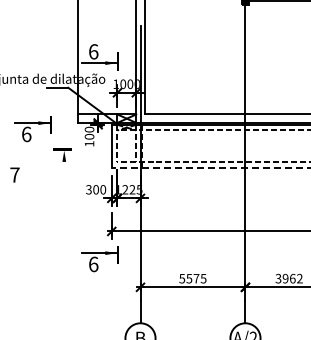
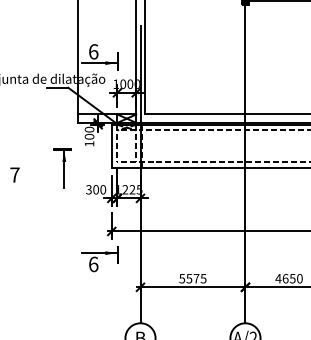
part at (32, 129): present -> none
line at (210, 168): dashed -> solid
line at (64, 169): none -> present
text at (288, 278): 3962 -> 4650
